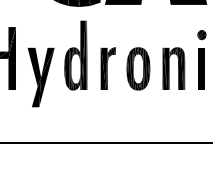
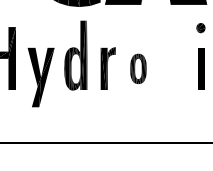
part at (201, 35) position: (201, 35) -> (200, 28)
part at (138, 68) size: 25x44 px -> 17x32 px
part at (173, 68): present -> none
